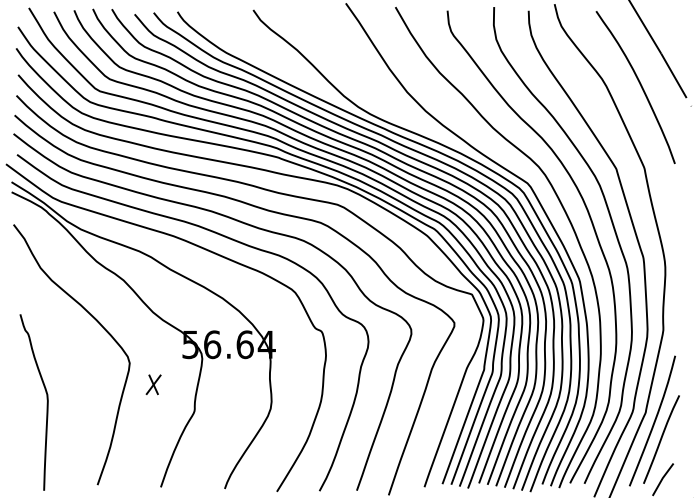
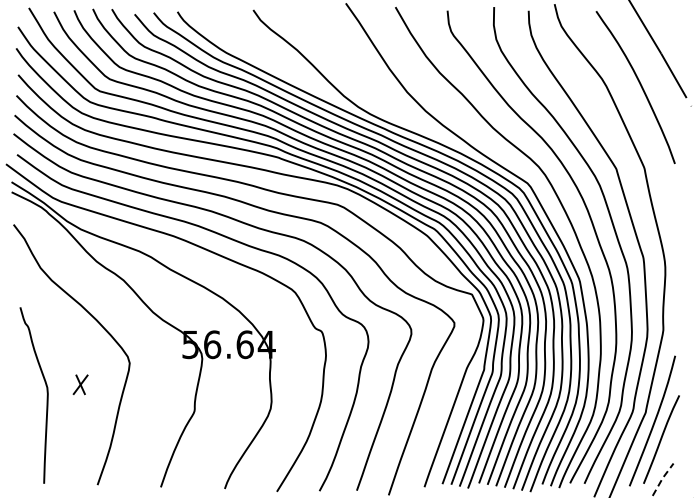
part at (153, 384) position: (153, 384) -> (80, 384)
curve at (46, 402) position: (46, 402) -> (46, 395)
line at (662, 478): solid -> dashed
